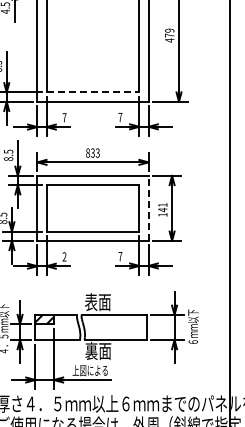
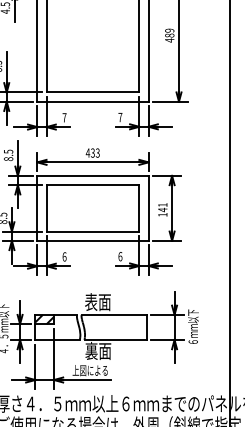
text at (169, 35): 479 -> 489
line at (93, 92): dashed -> solid
text at (87, 152): 833 -> 433
line at (148, 207): dashed -> solid
text at (64, 256): 2 -> 6
text at (120, 256): 7 -> 6
